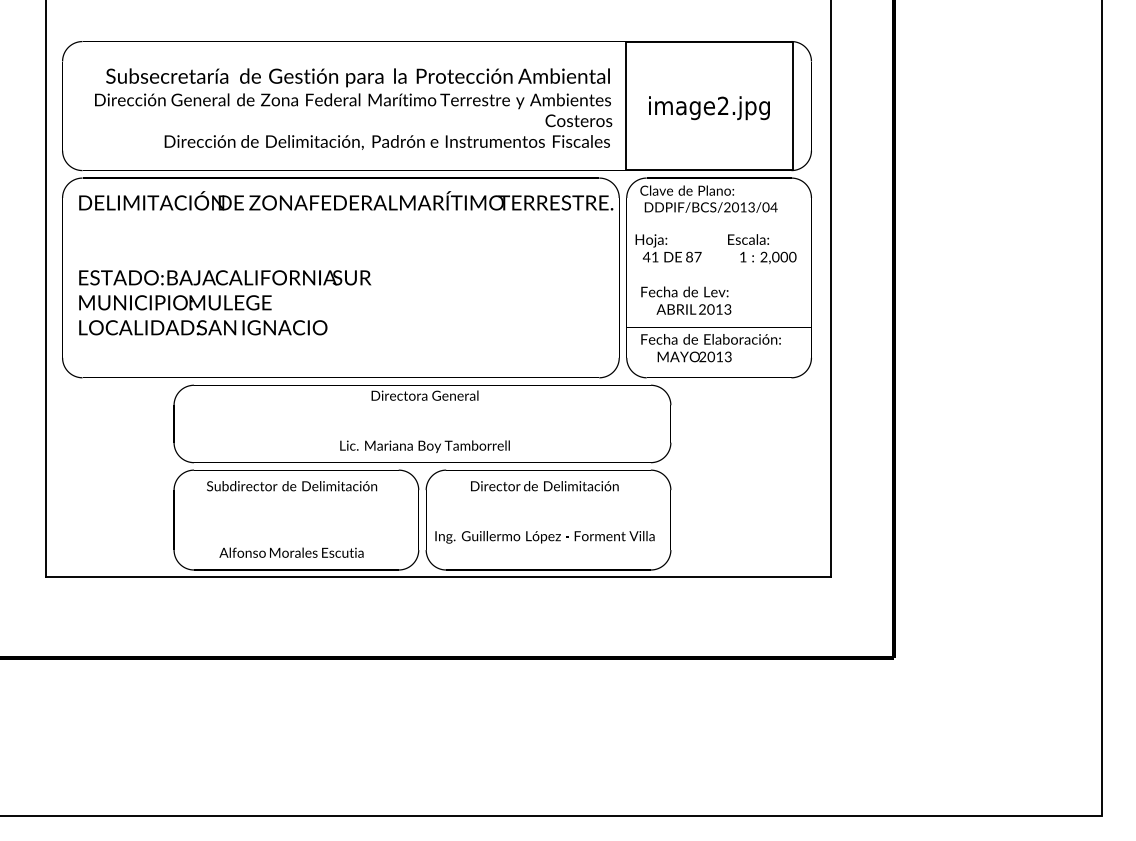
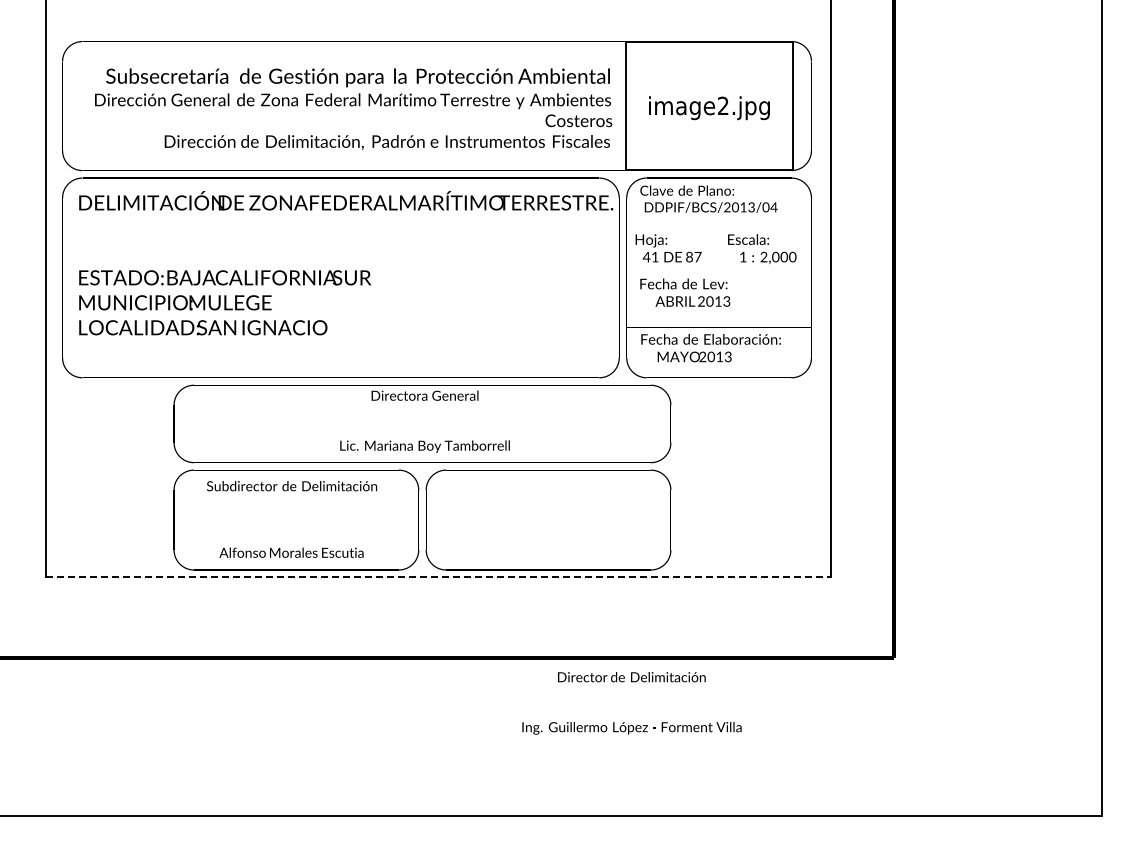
text at (686, 300) position: (686, 300) -> (685, 292)
text at (544, 512) position: (544, 512) -> (631, 703)
line at (438, 577): solid -> dashed
